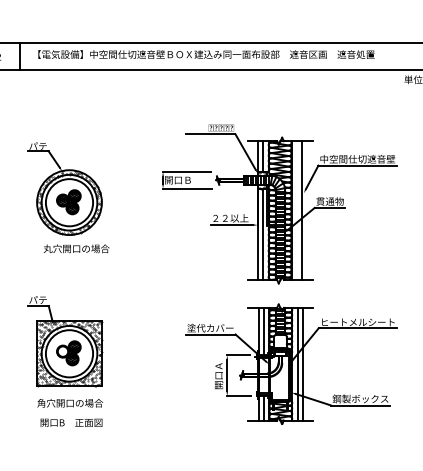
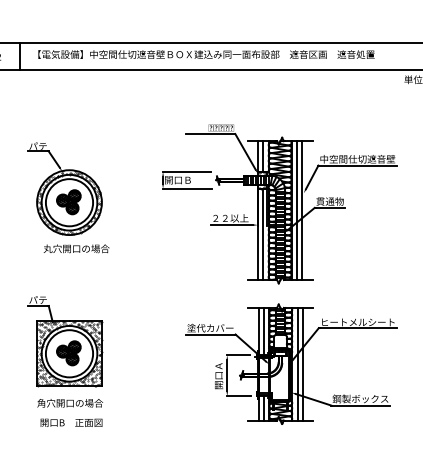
line at (296, 210): none -> present
hatch at (62, 351): none -> present
